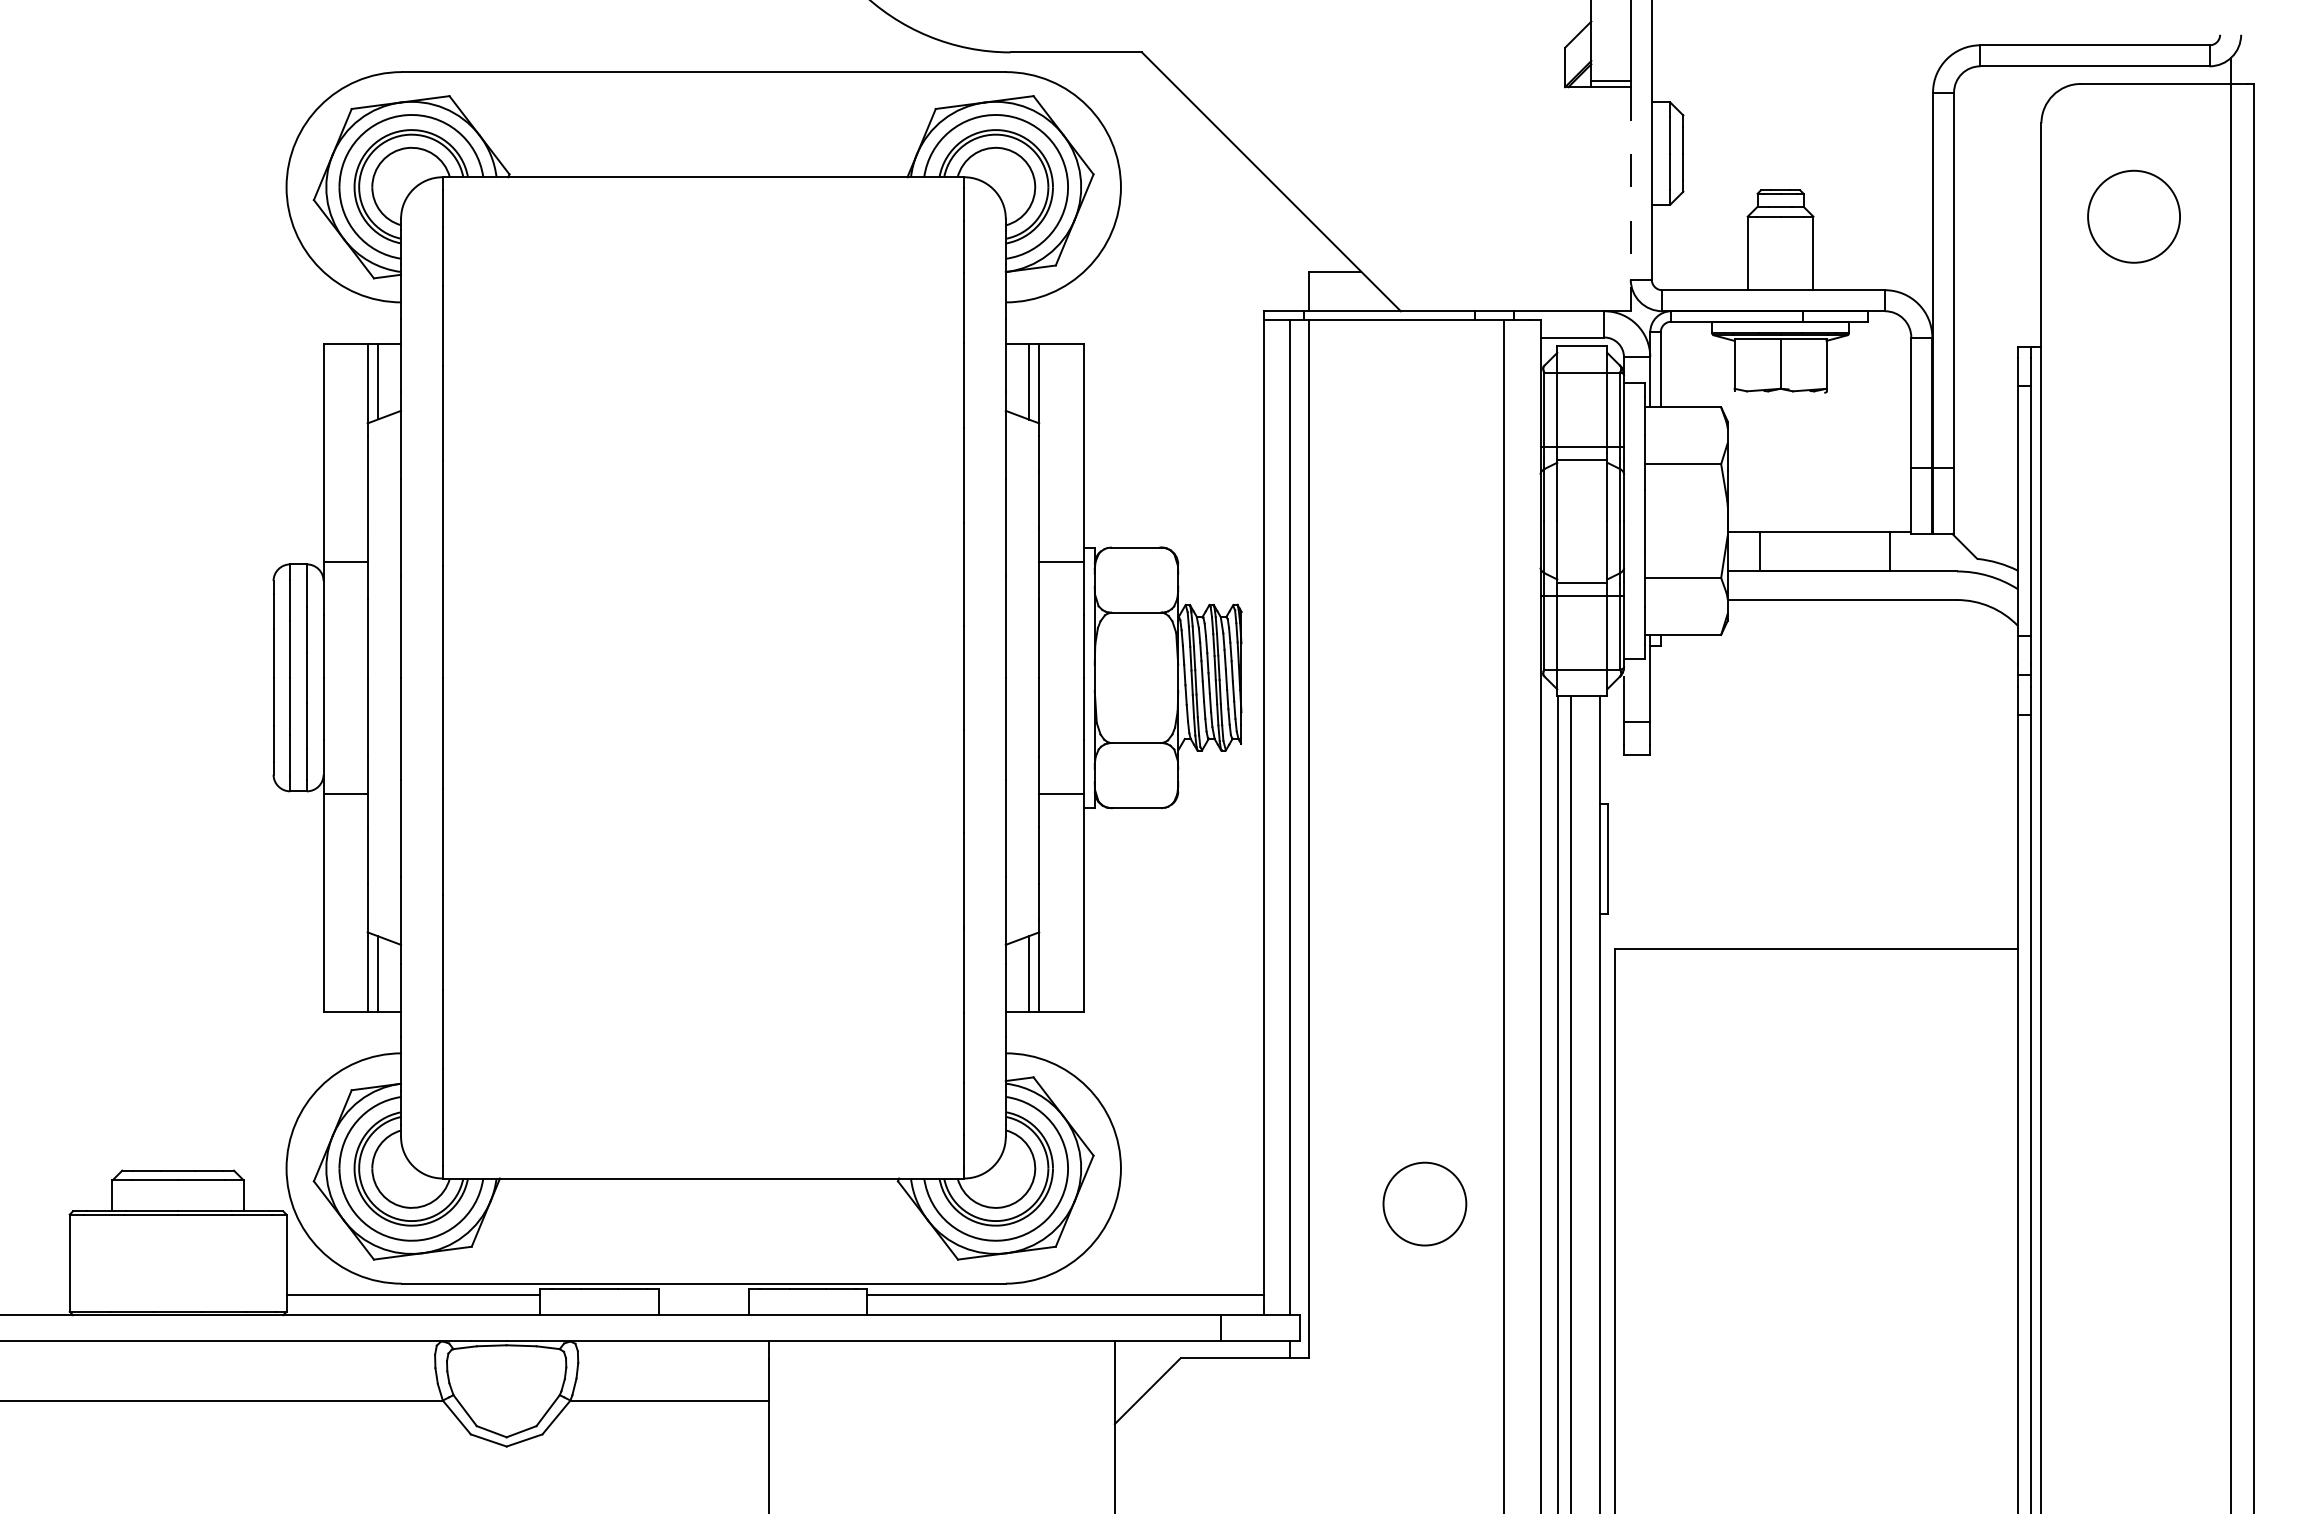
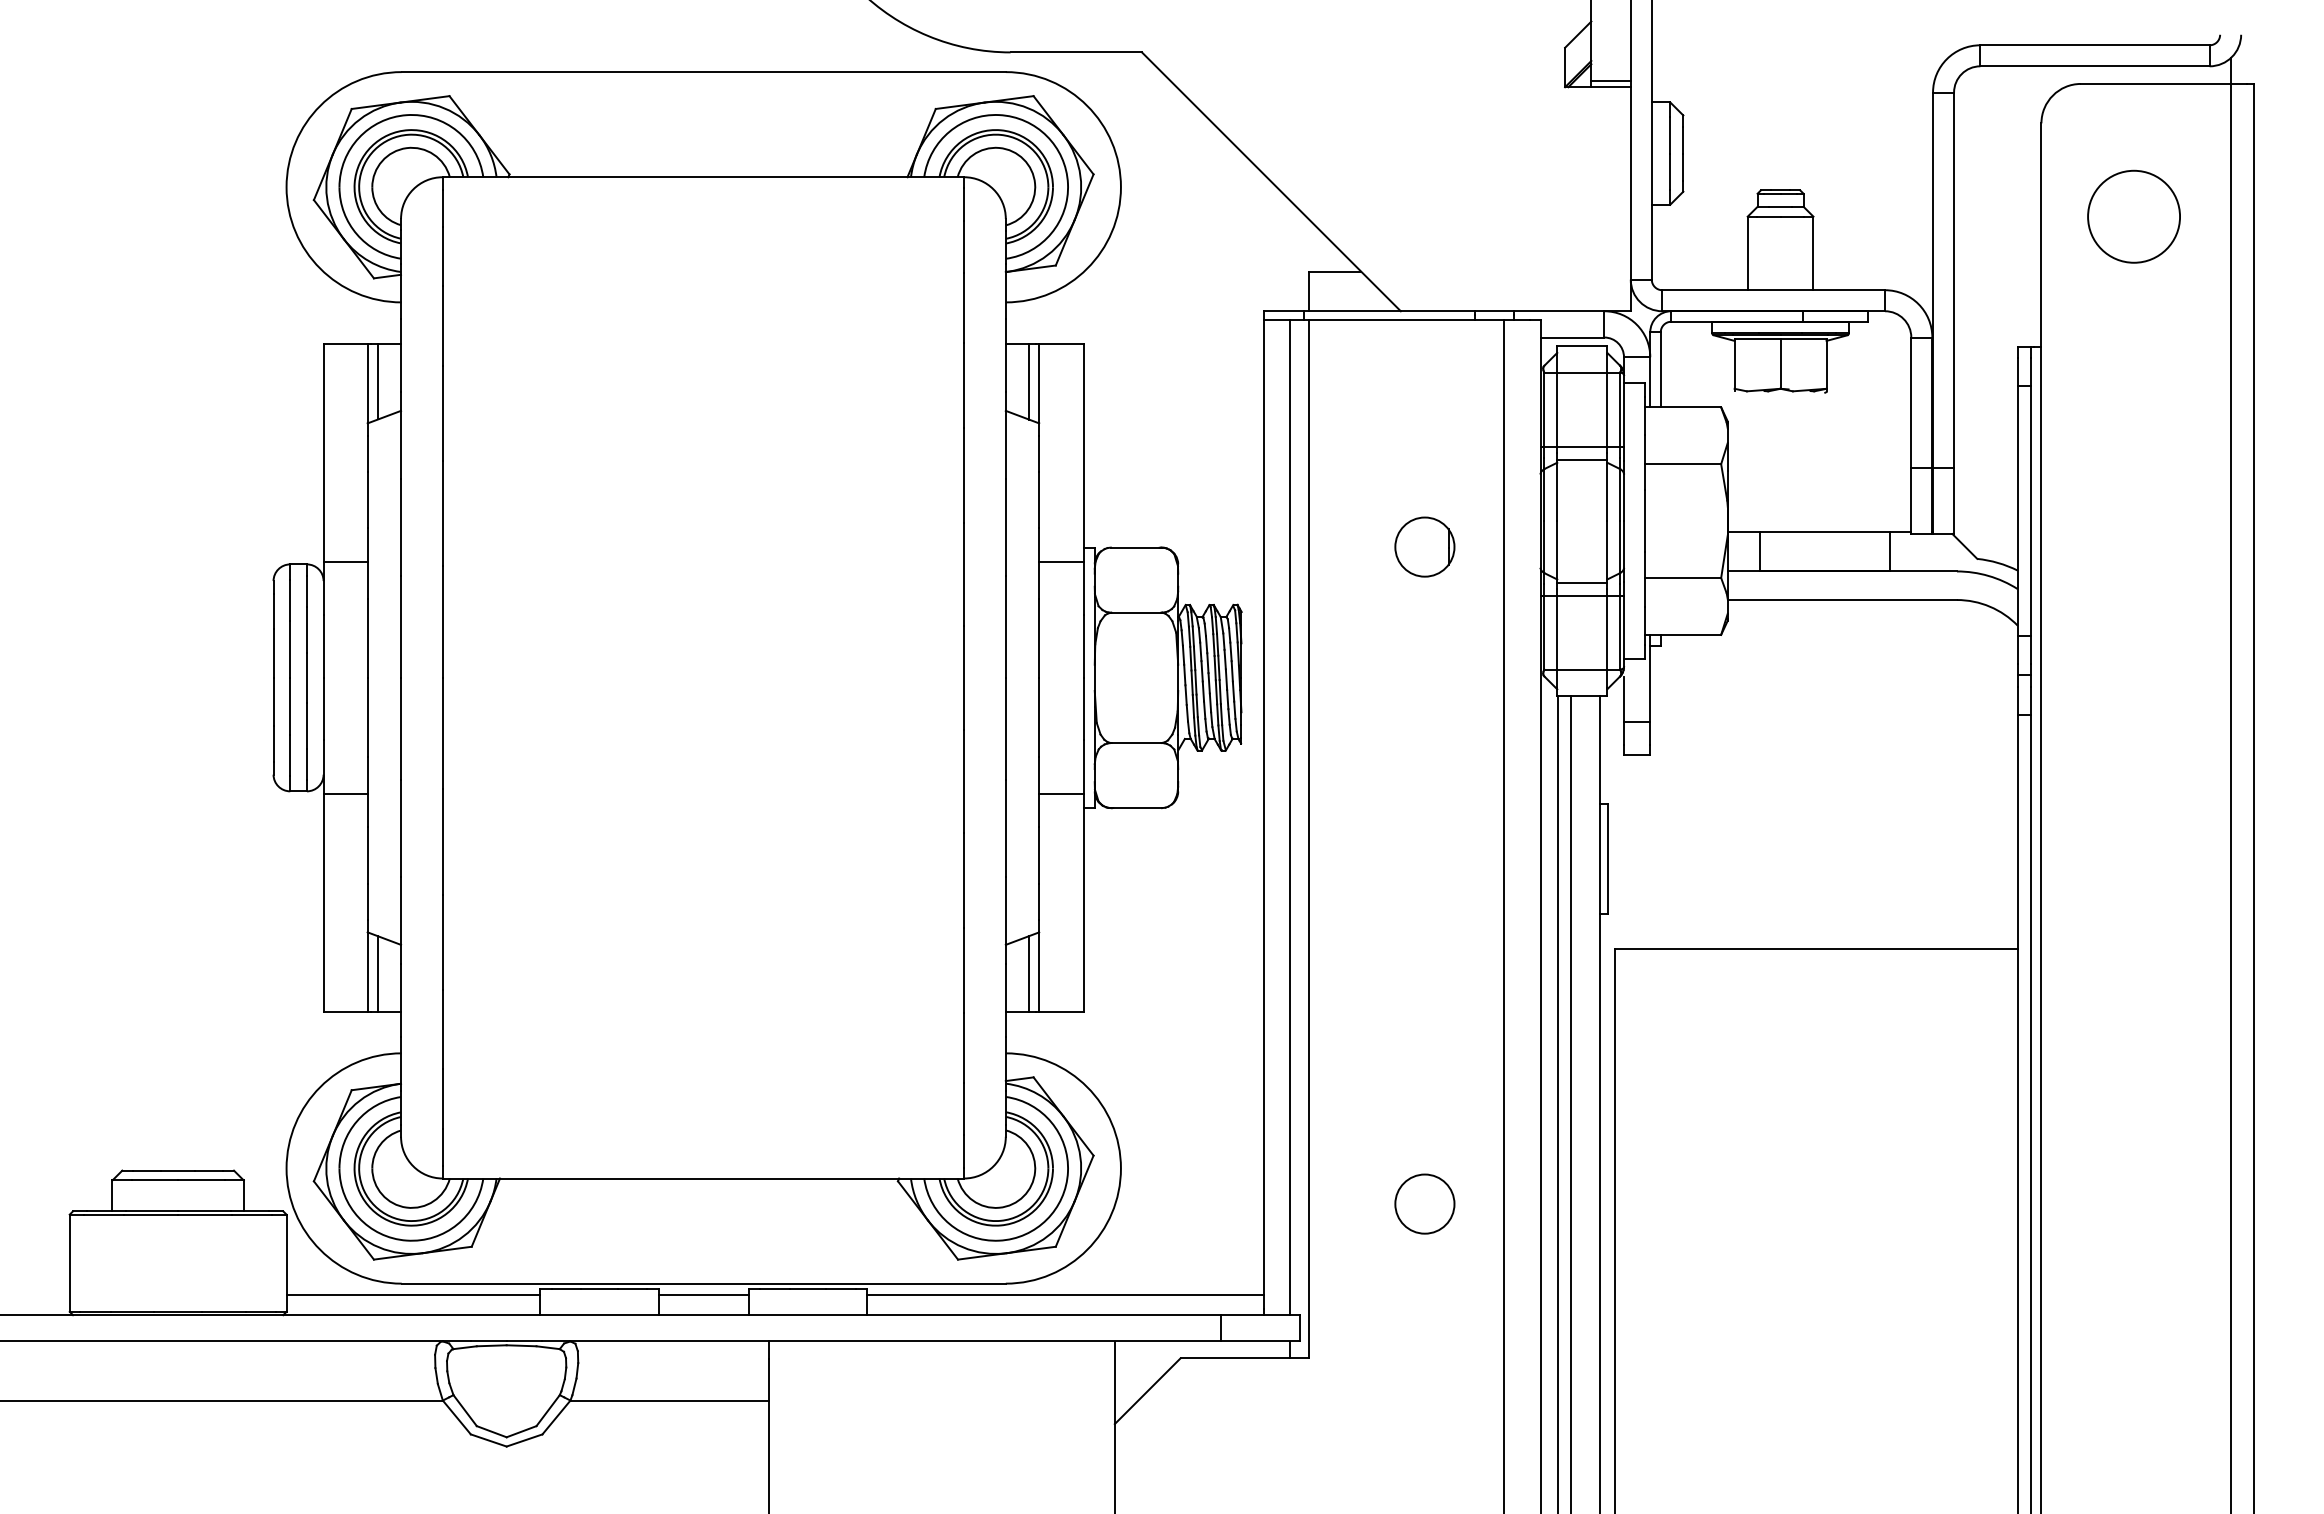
line at (1630, 199): dashed -> solid
part at (1424, 546): none -> present
circle at (1424, 1203) diameter: 83 px -> 59 px
line at (703, 1295): none -> present
